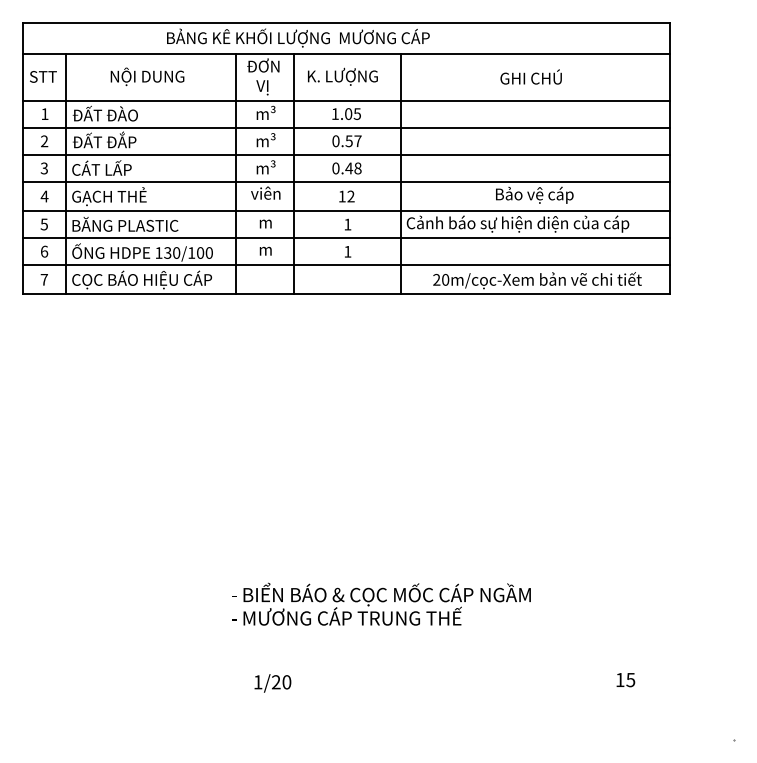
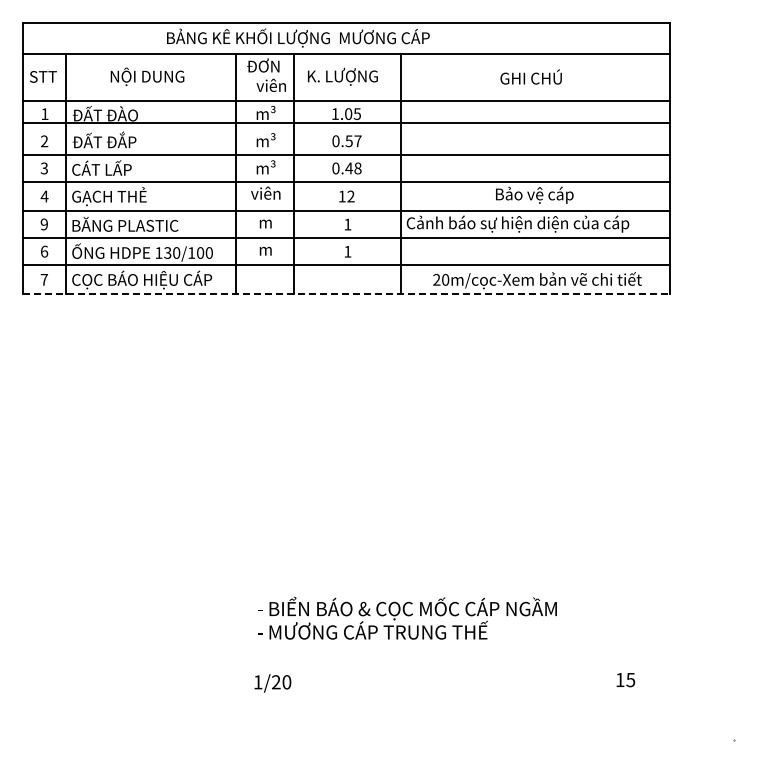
text at (270, 86): VỊ -> viên
line at (345, 127) position: (345, 127) -> (345, 122)
text at (43, 224): 5 -> 9
line at (346, 294): solid -> dashed
text at (381, 603) position: (381, 603) -> (407, 617)
